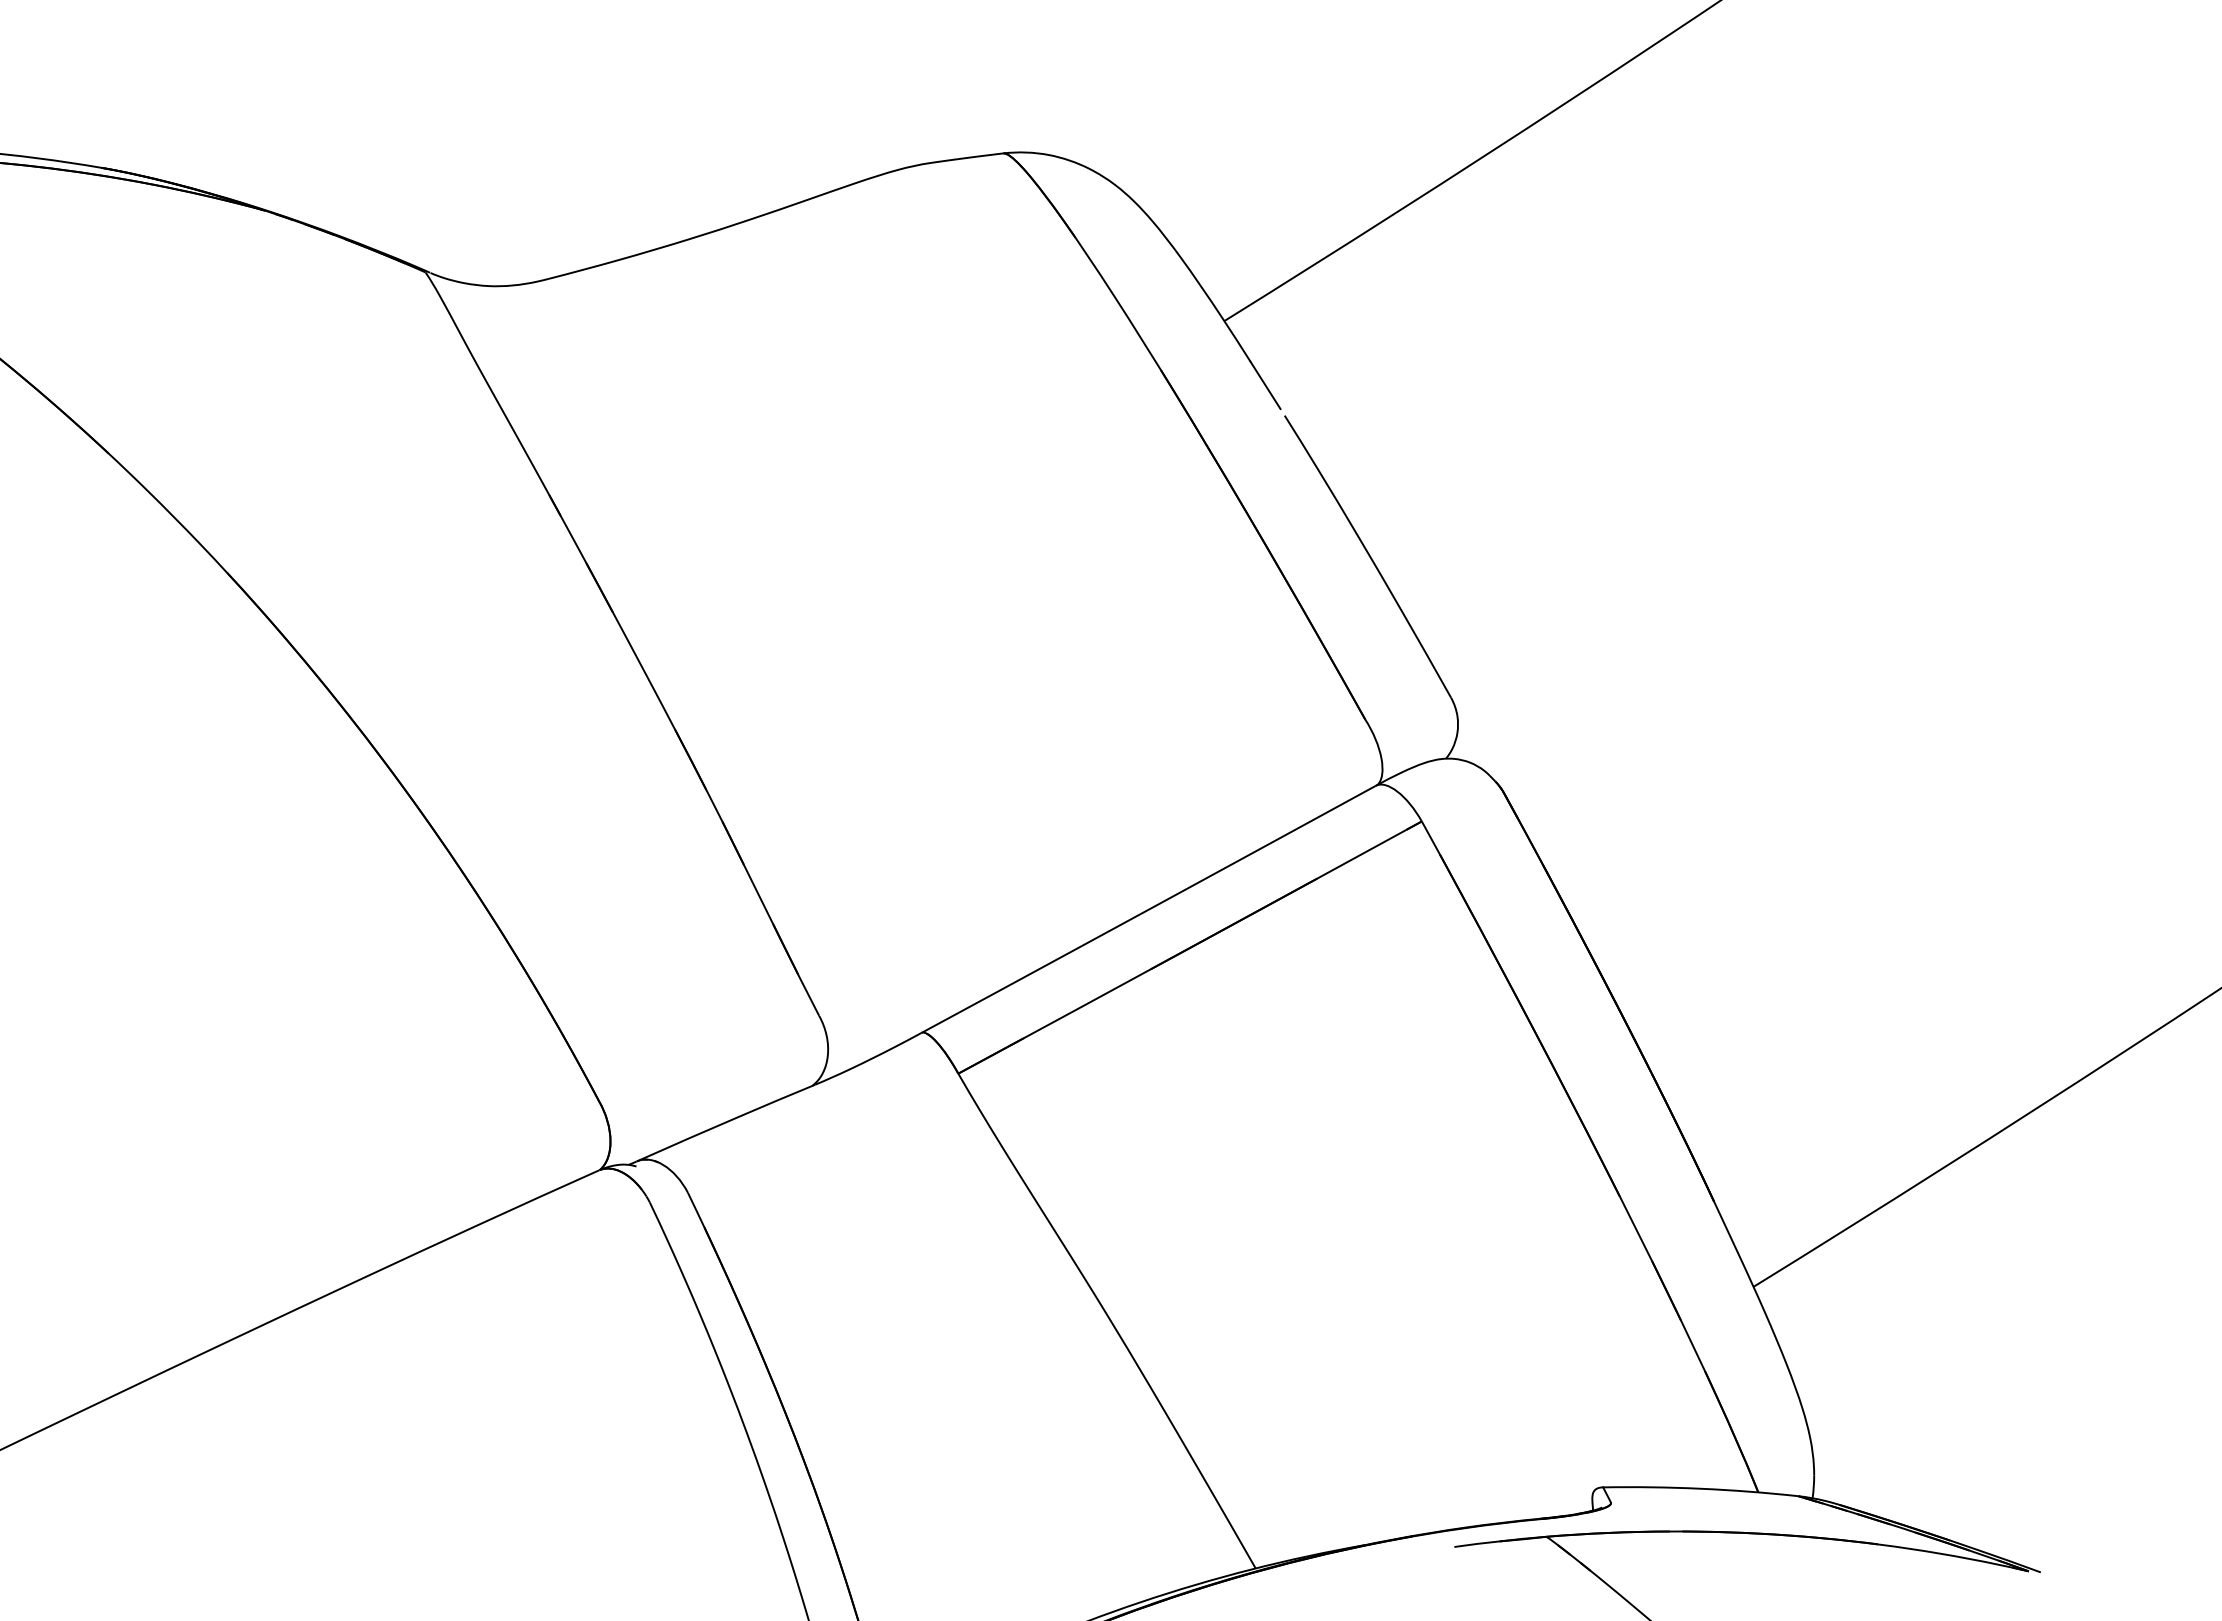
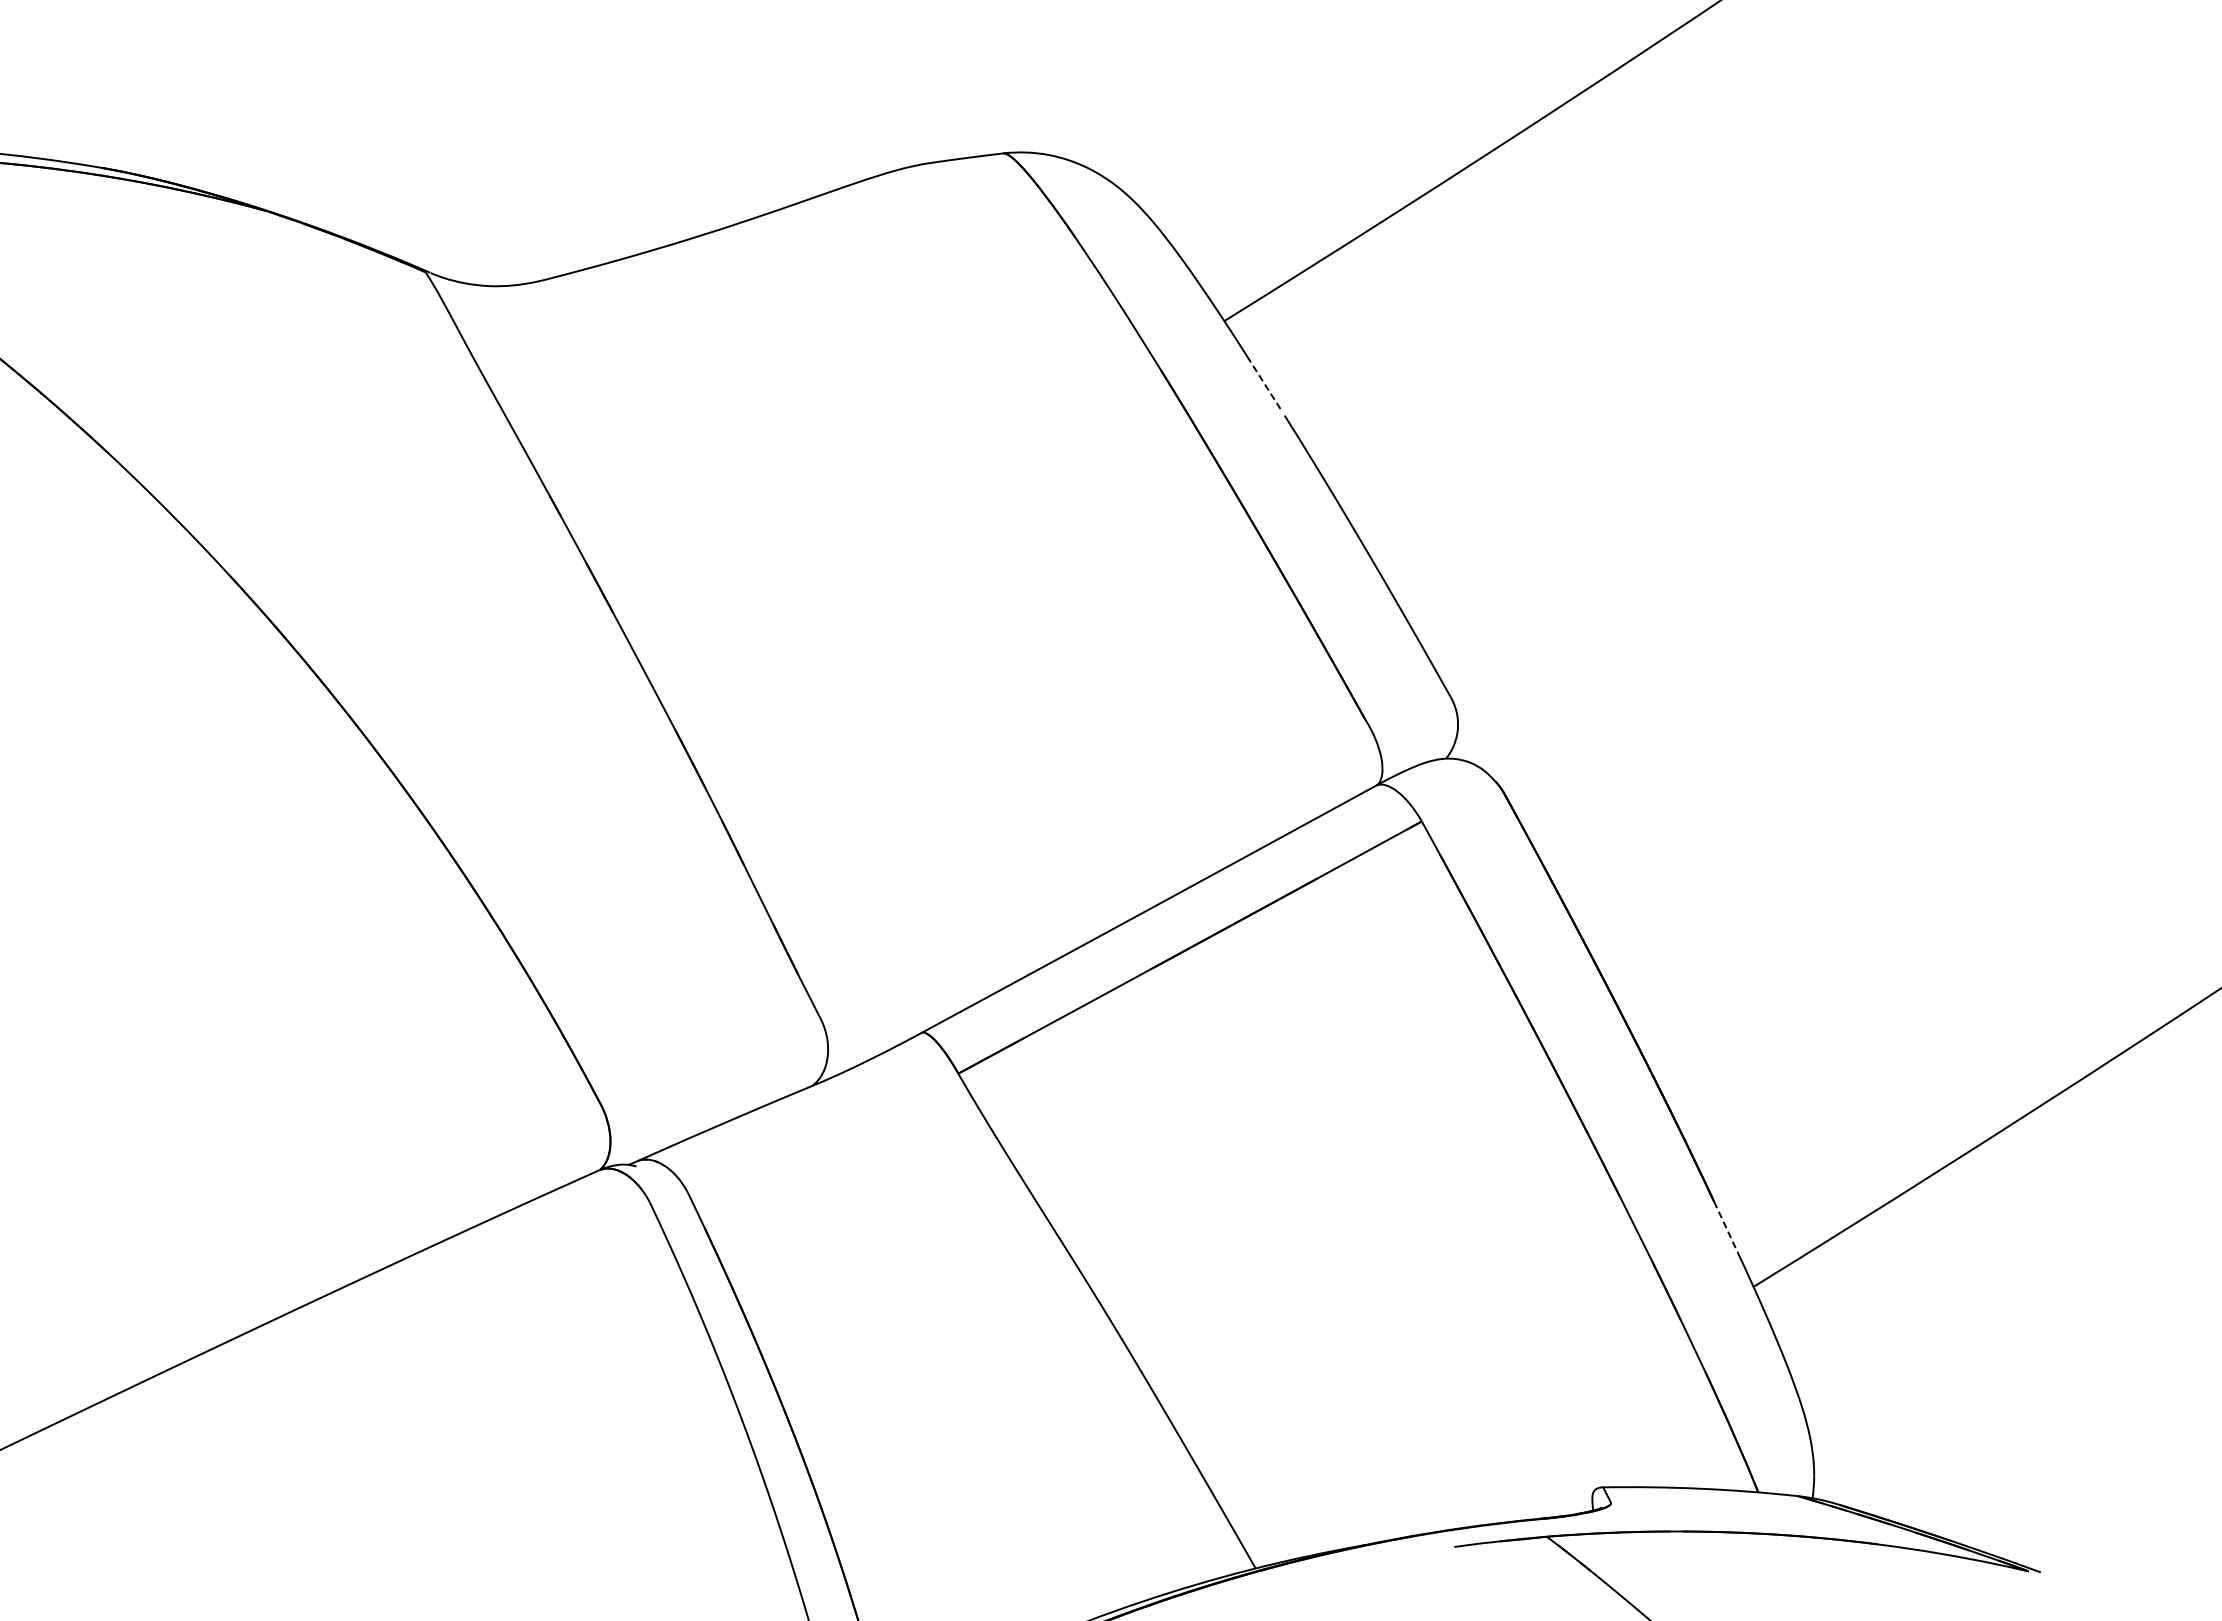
line at (1265, 385): solid -> dashed
line at (1725, 1227): solid -> dashed
